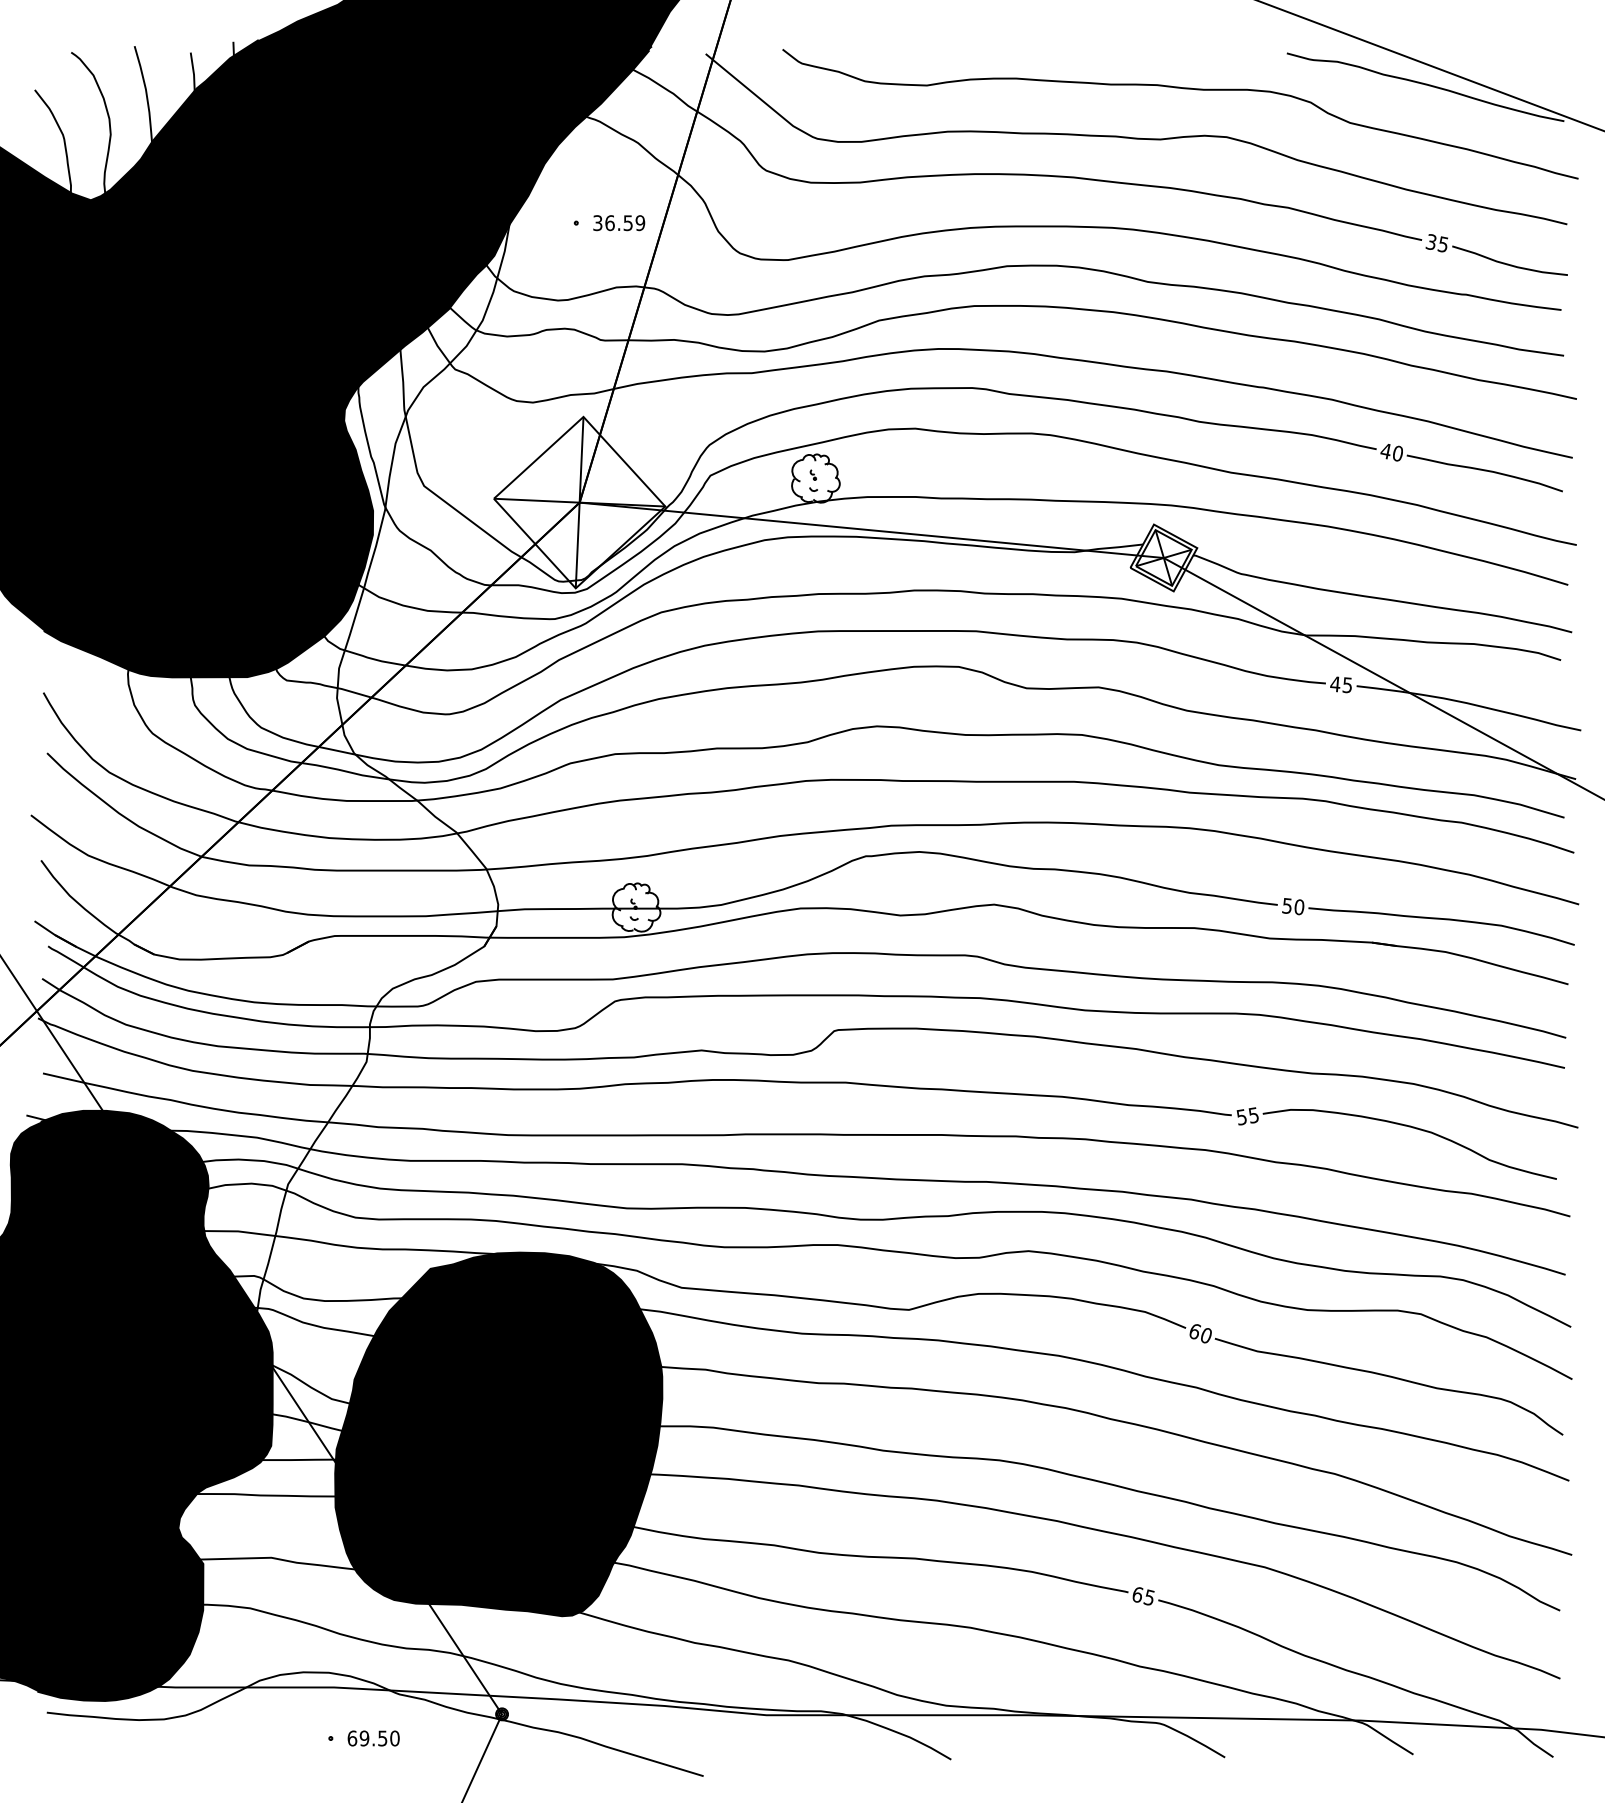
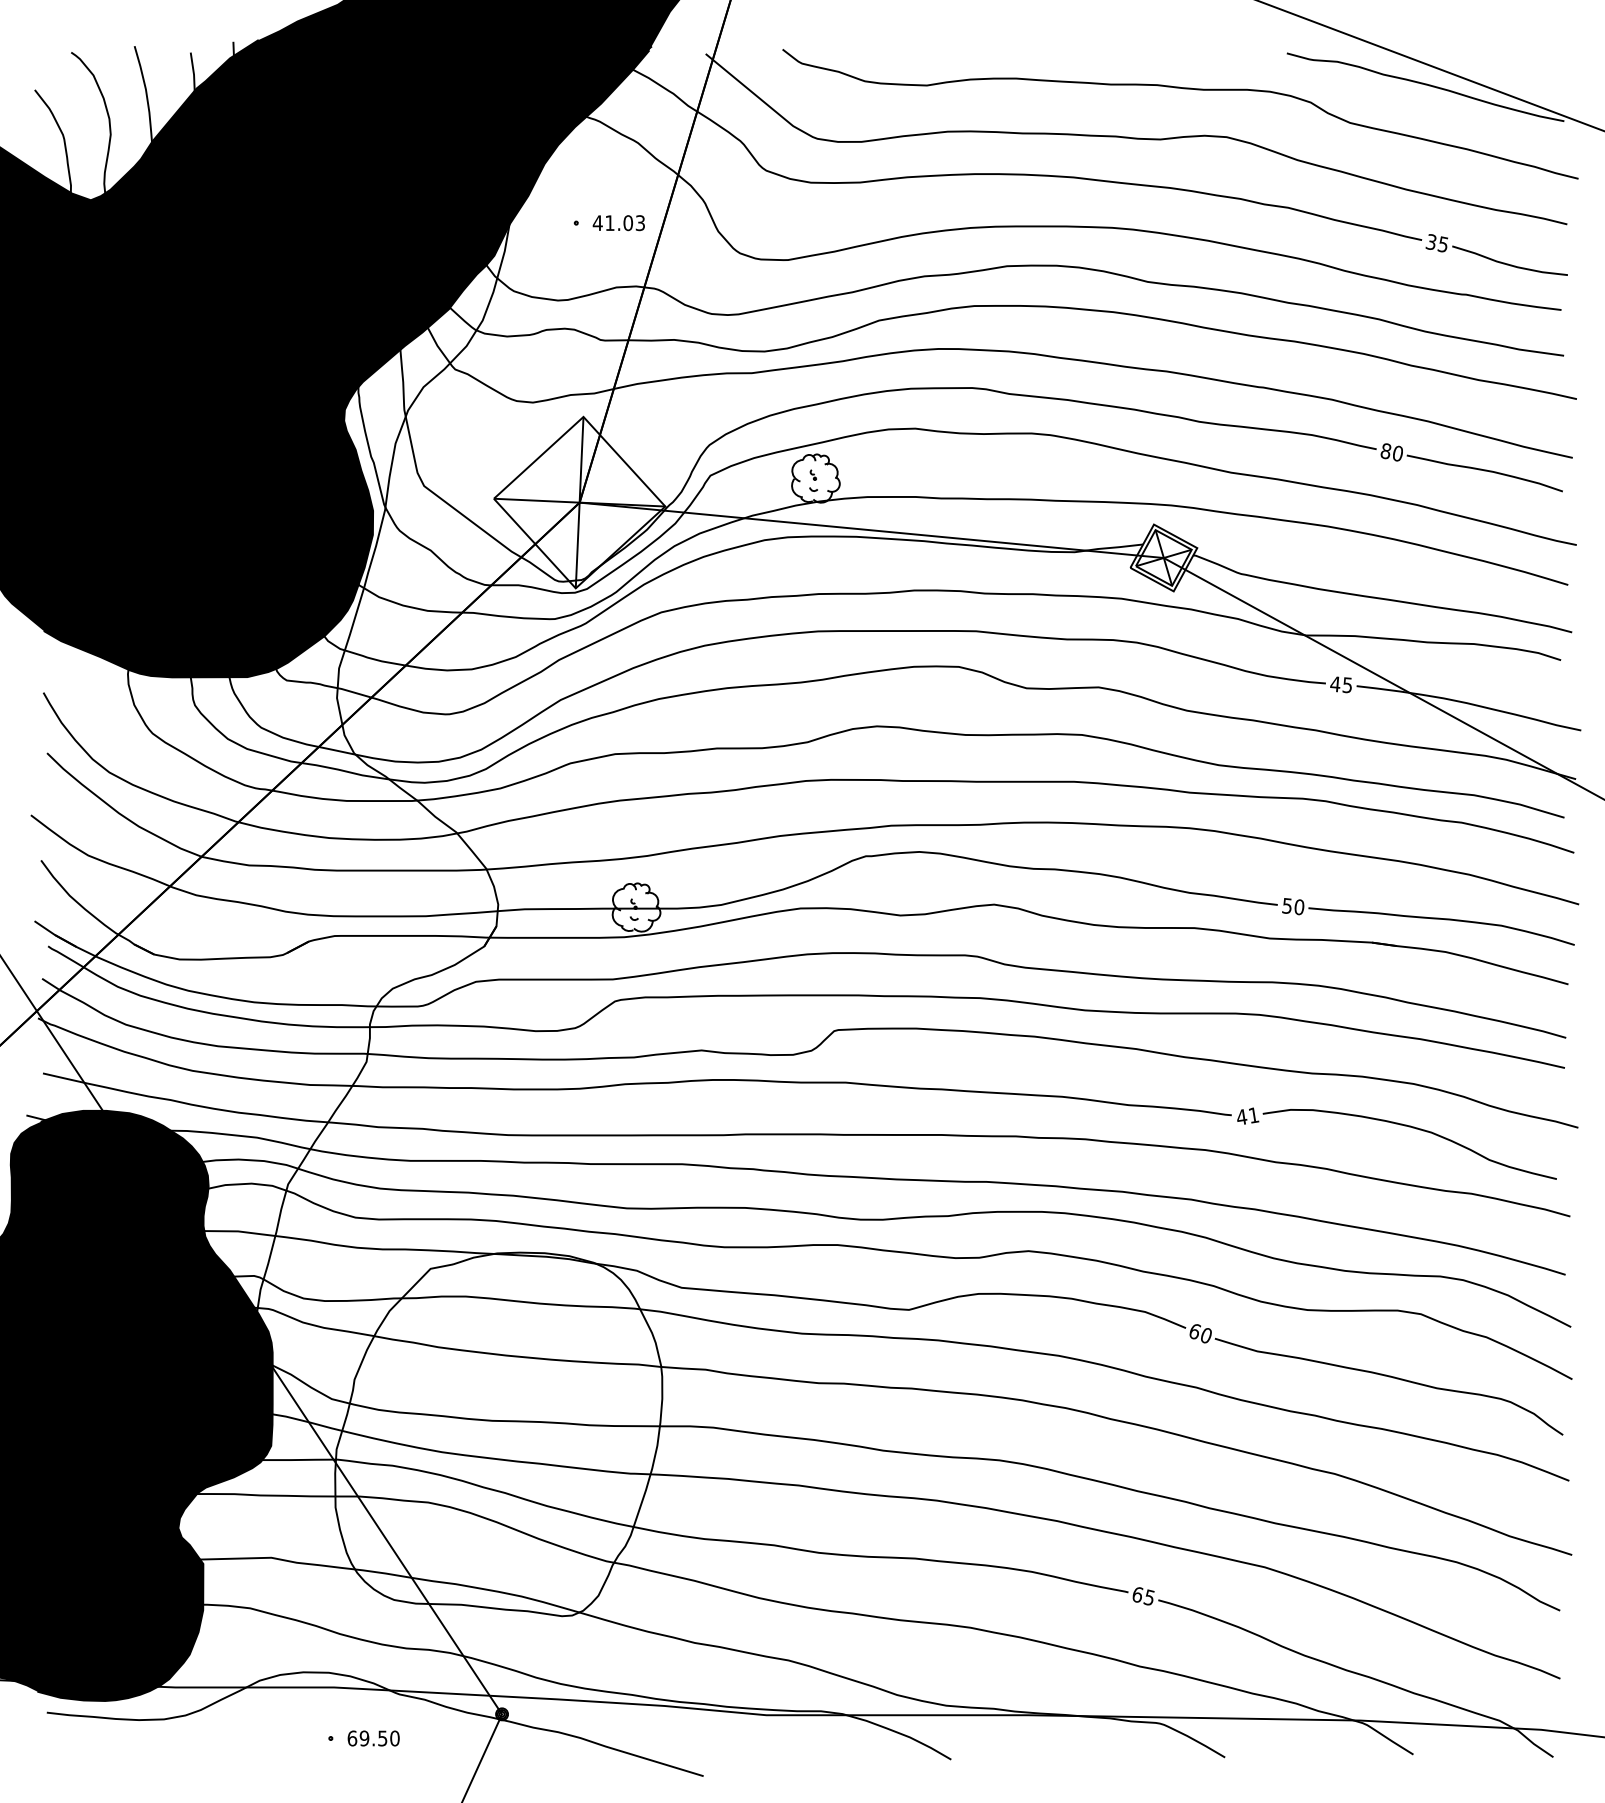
text at (618, 223): 36.59 -> 41.03
text at (1385, 451): 40 -> 80
text at (1247, 1116): 55 -> 41
fill at (498, 1434): present -> none
